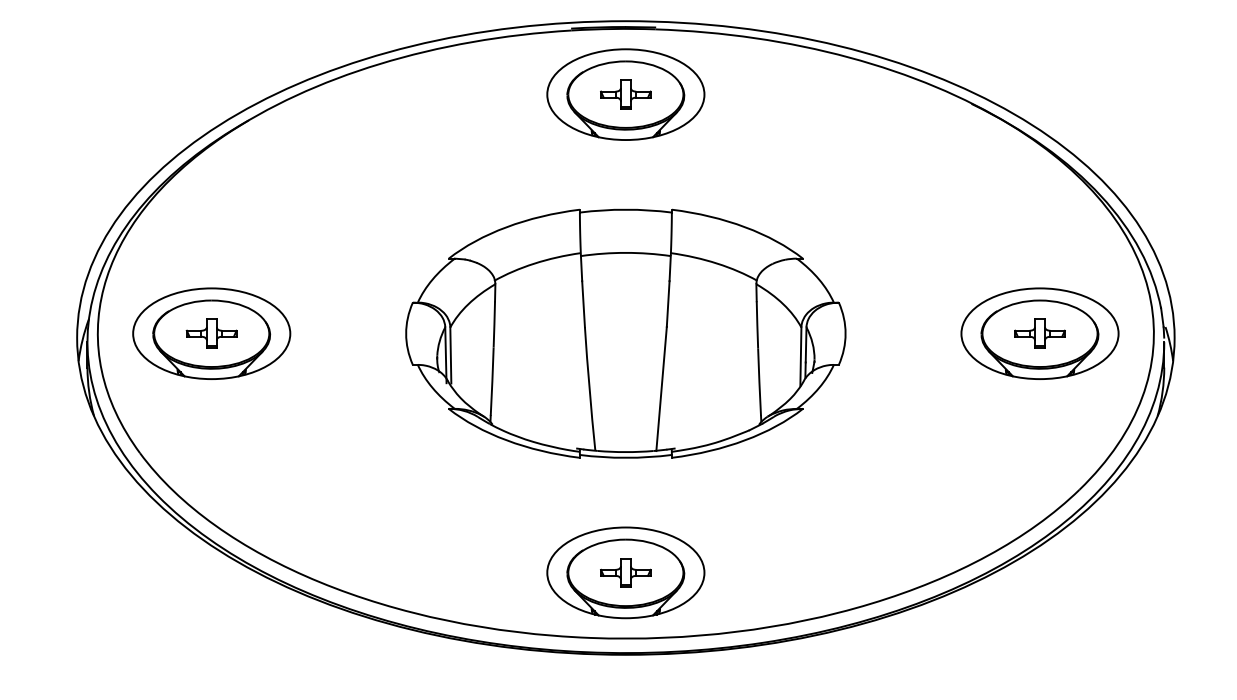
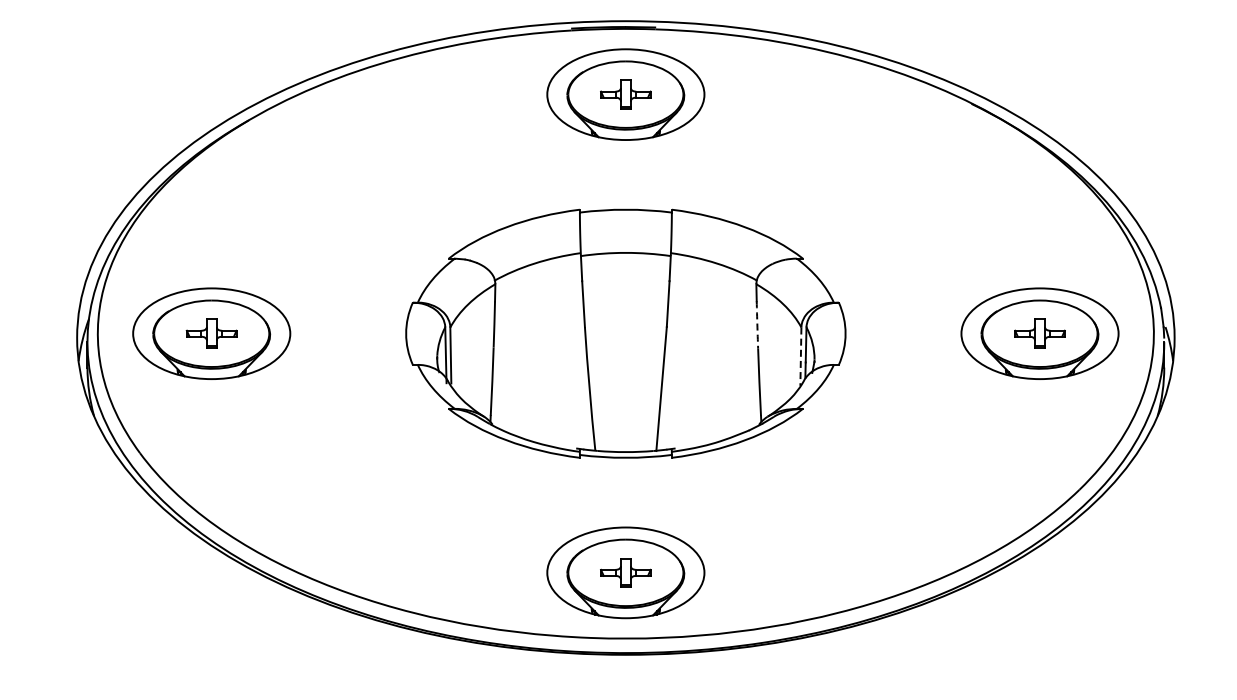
arc at (757, 324): solid -> dashed
line at (800, 357): solid -> dashed
